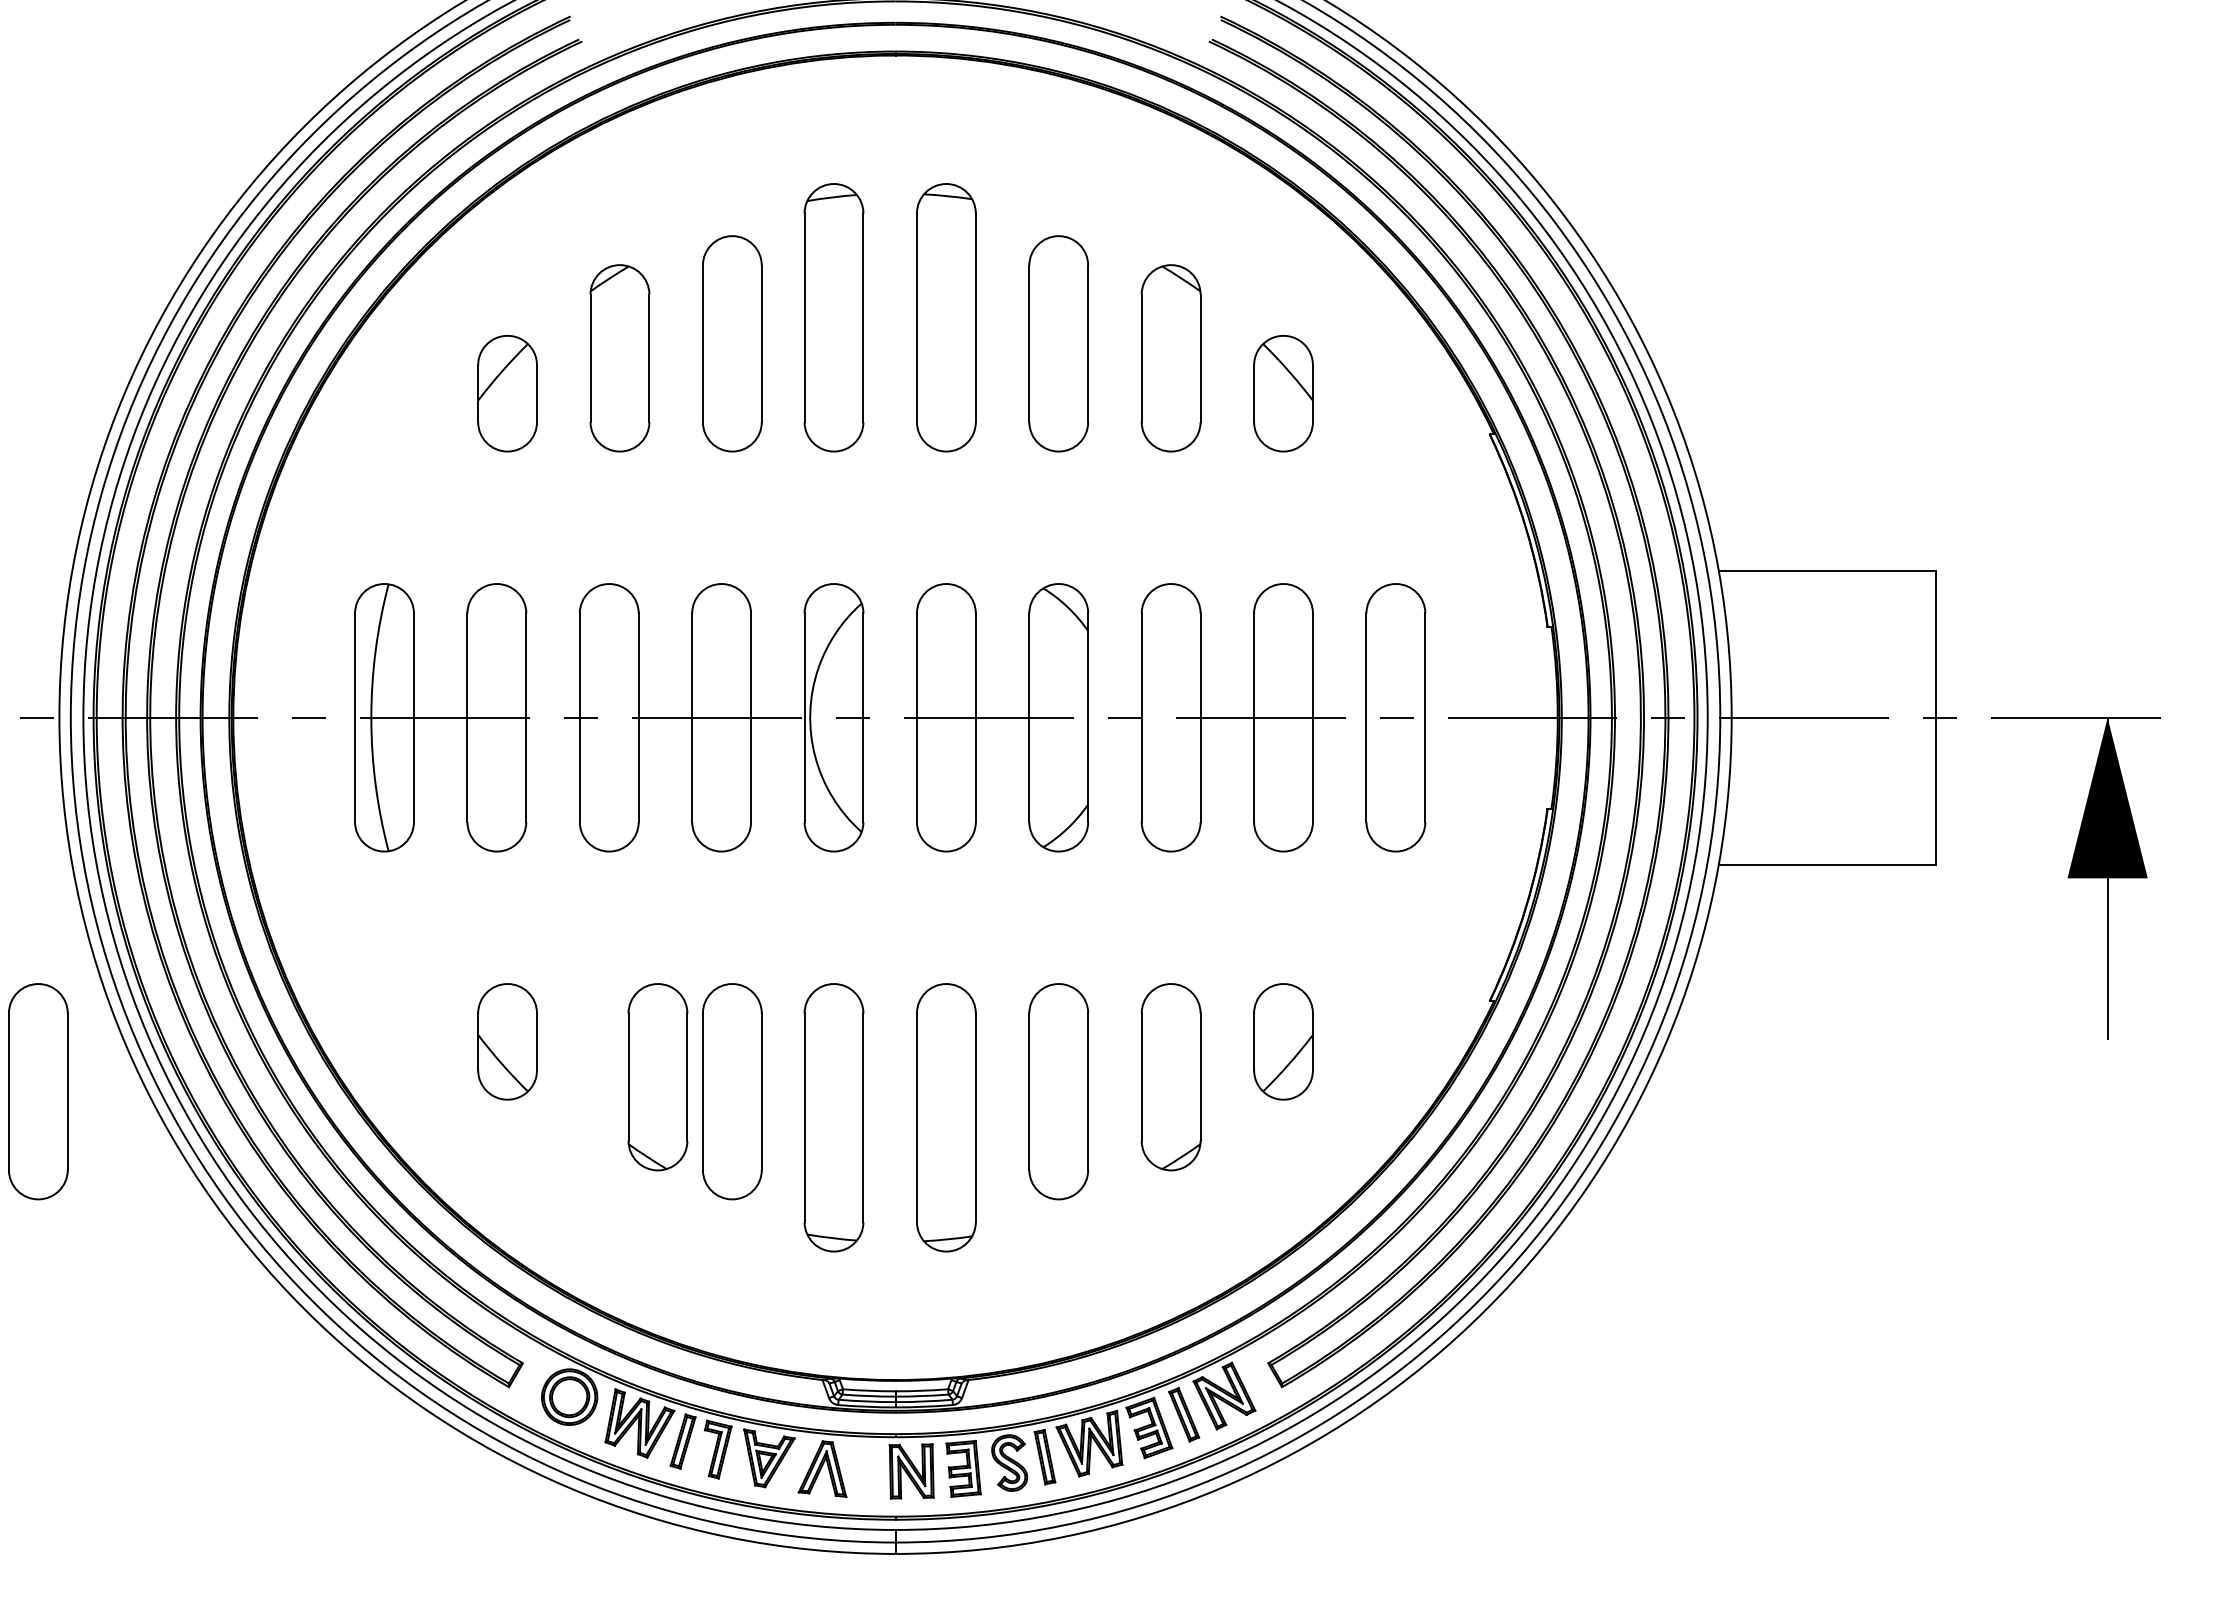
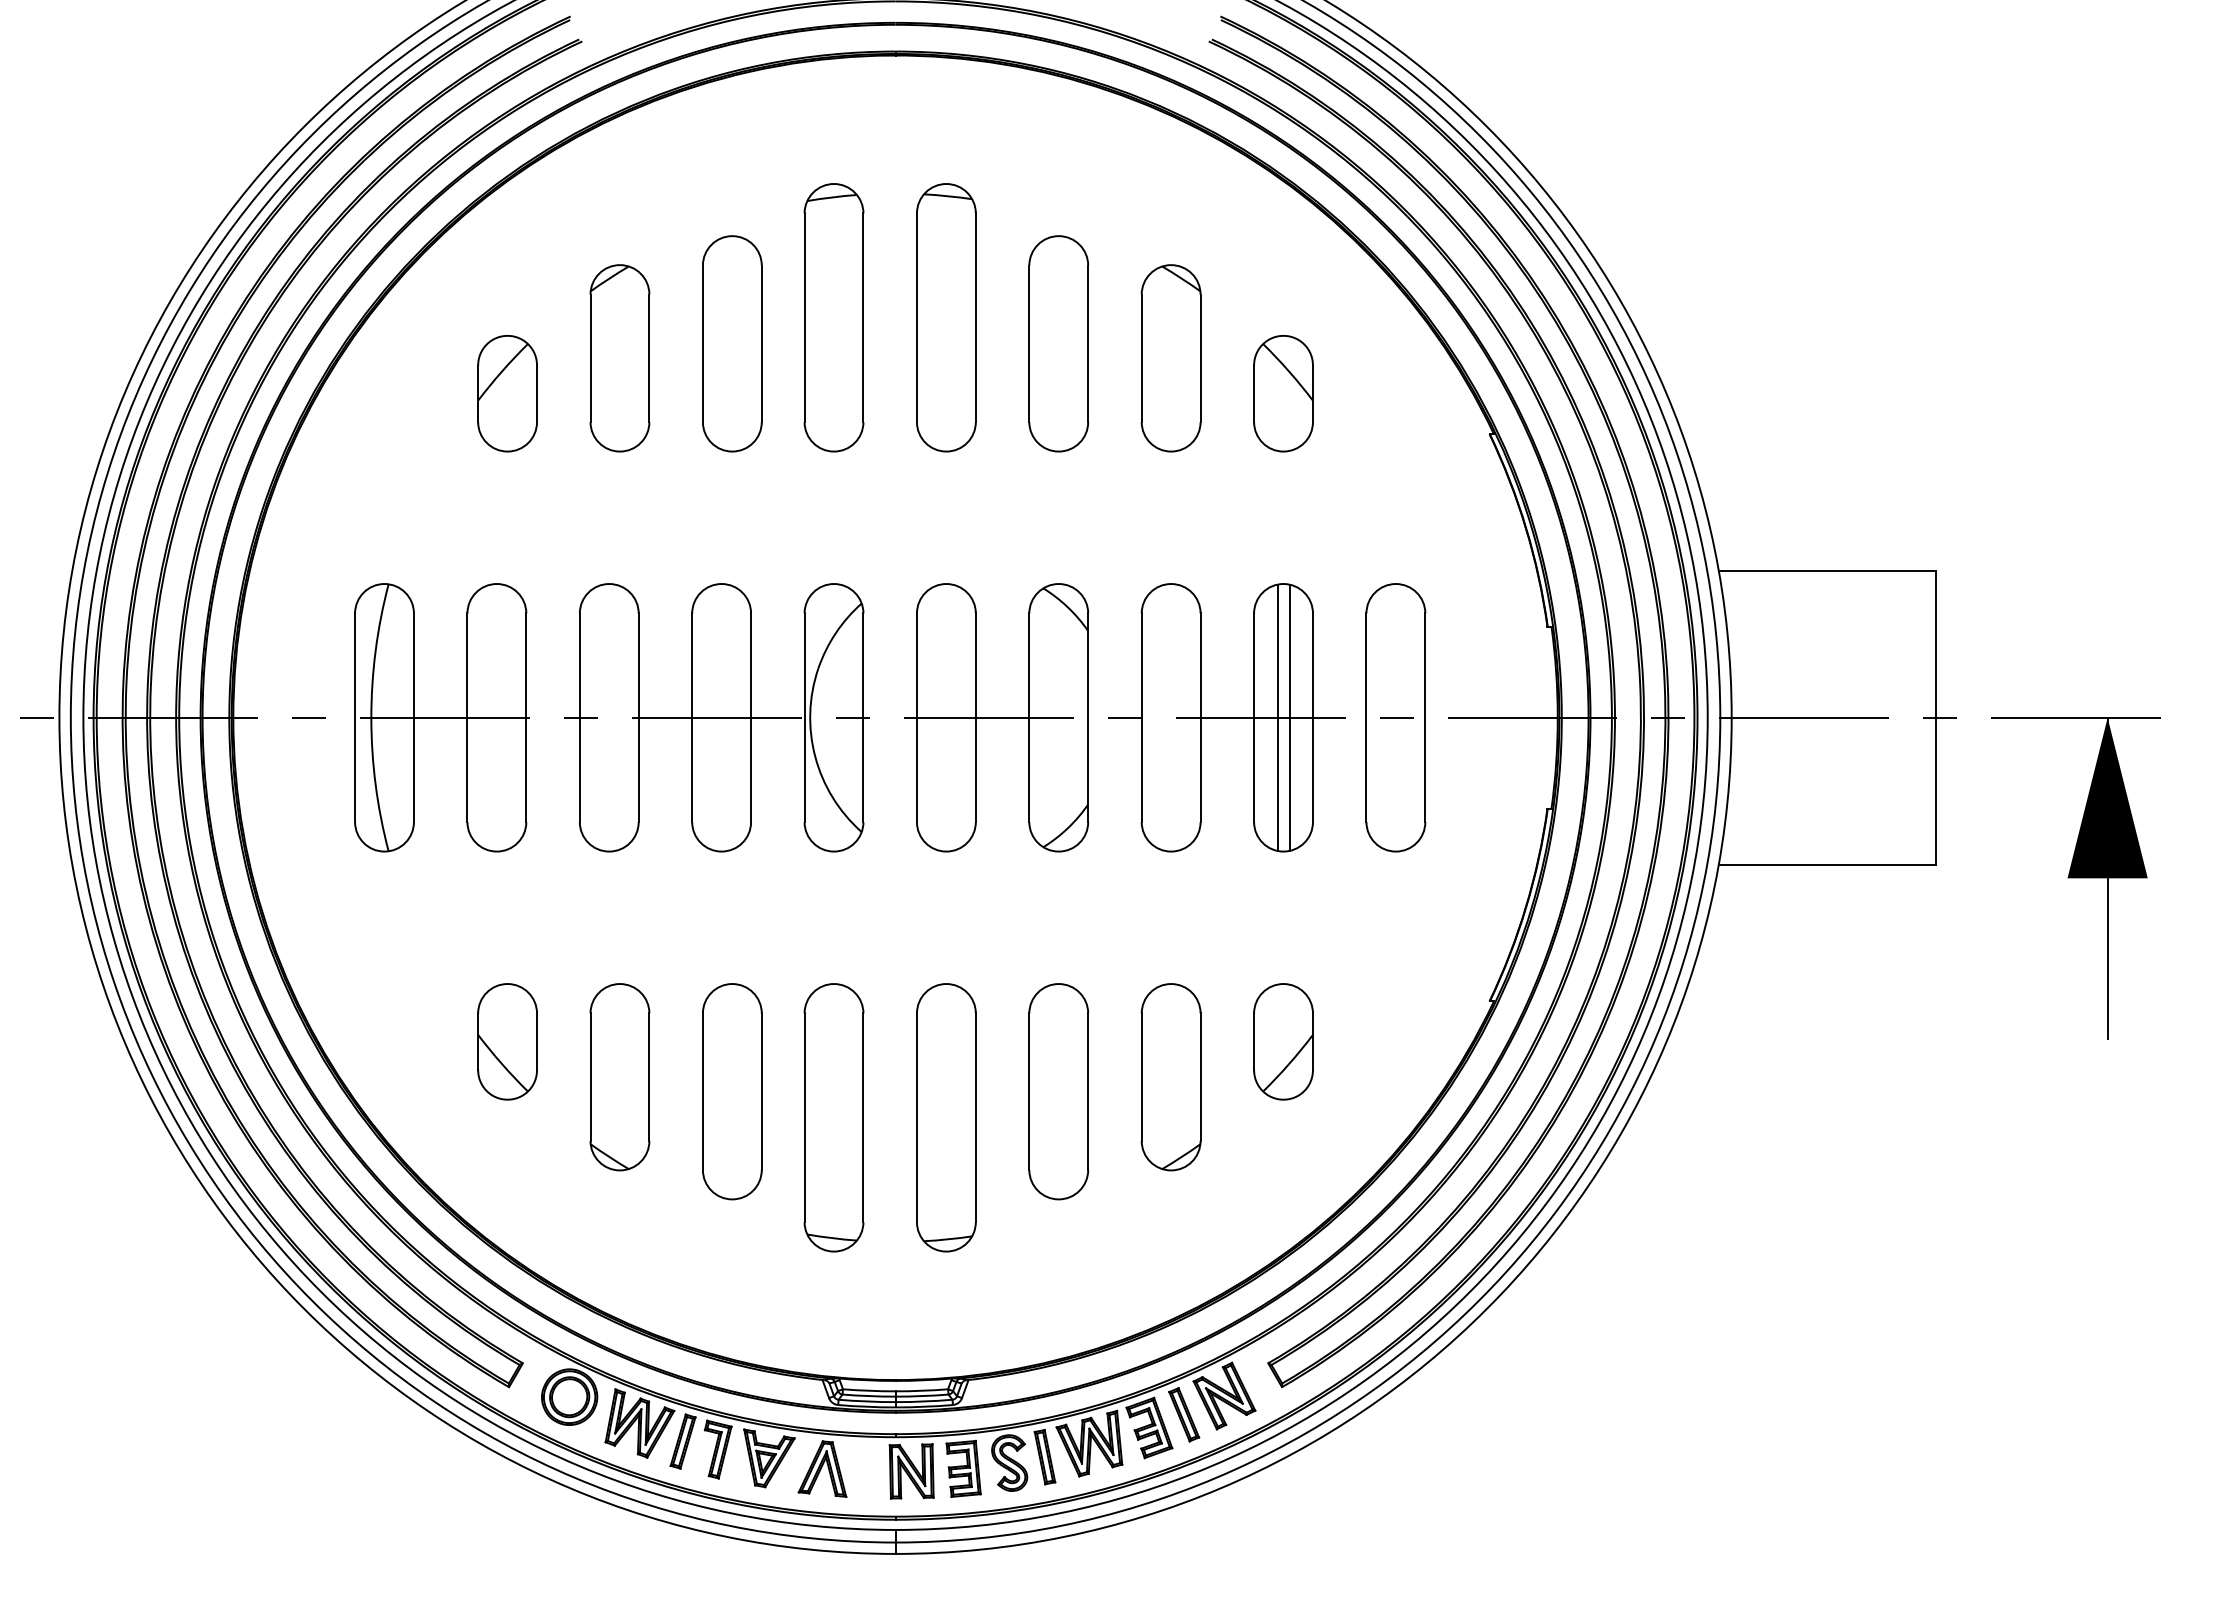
line at (1277, 717): none -> present
line at (1289, 717): none -> present
part at (657, 1077) position: (657, 1077) -> (619, 1077)
part at (38, 1091): present -> none
